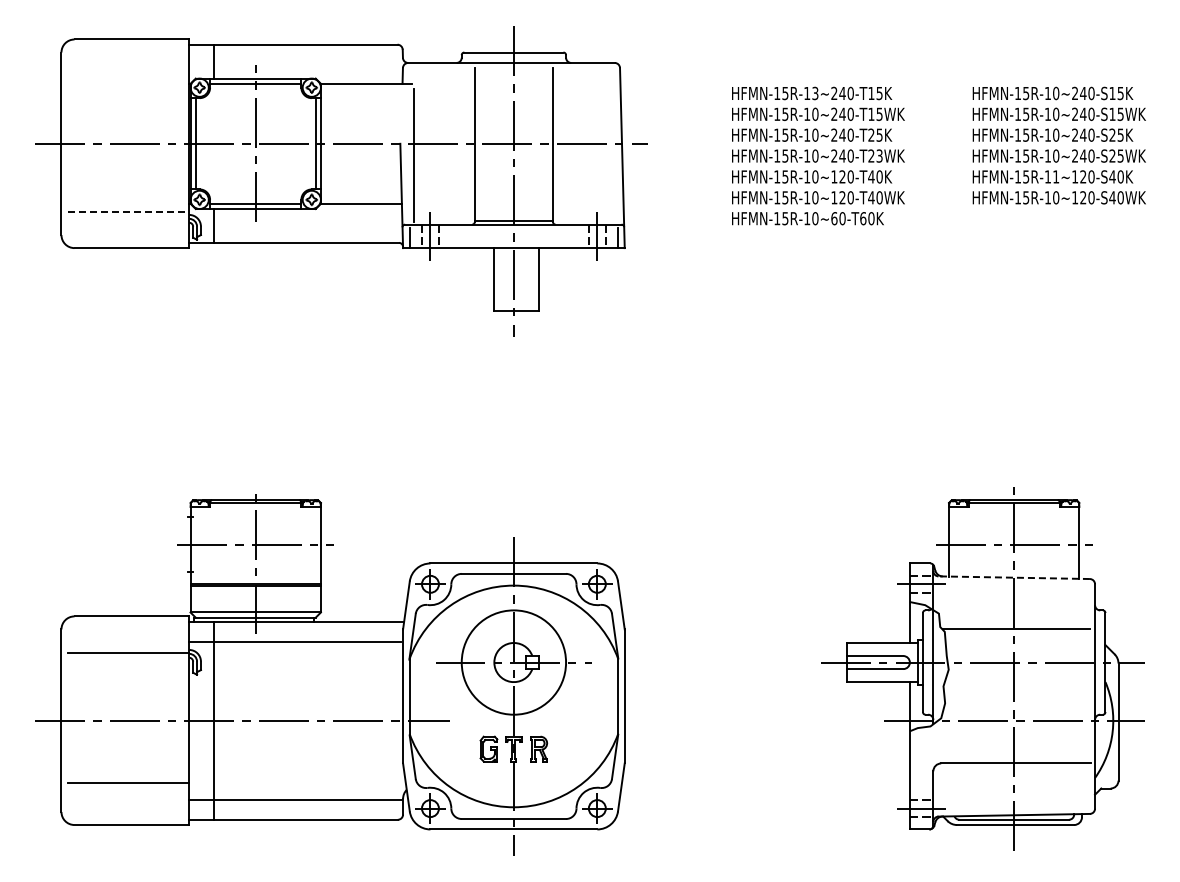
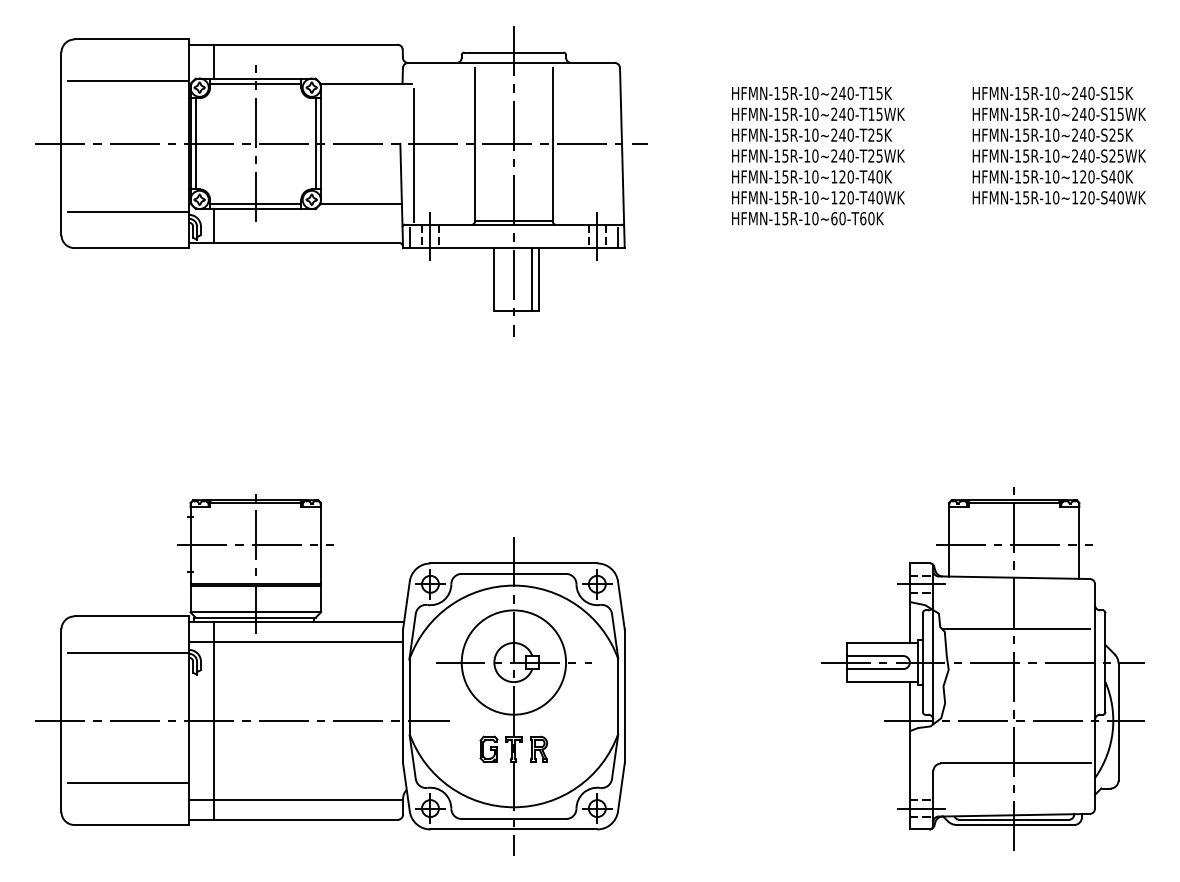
line at (128, 81): none -> present
text at (815, 93): HFMN-15R-13~240-T15K -> HFMN-15R-10~240-T15K
text at (879, 155): HFMN-15R-10~240-T23WK -> HFMN-15R-10~240-T25WK
text at (1056, 176): HFMN-15R-11~120-S40K -> HFMN-15R-10~120-S40K
line at (128, 211): dashed -> solid
line at (532, 279): none -> present
line at (1014, 577): dashed -> solid
